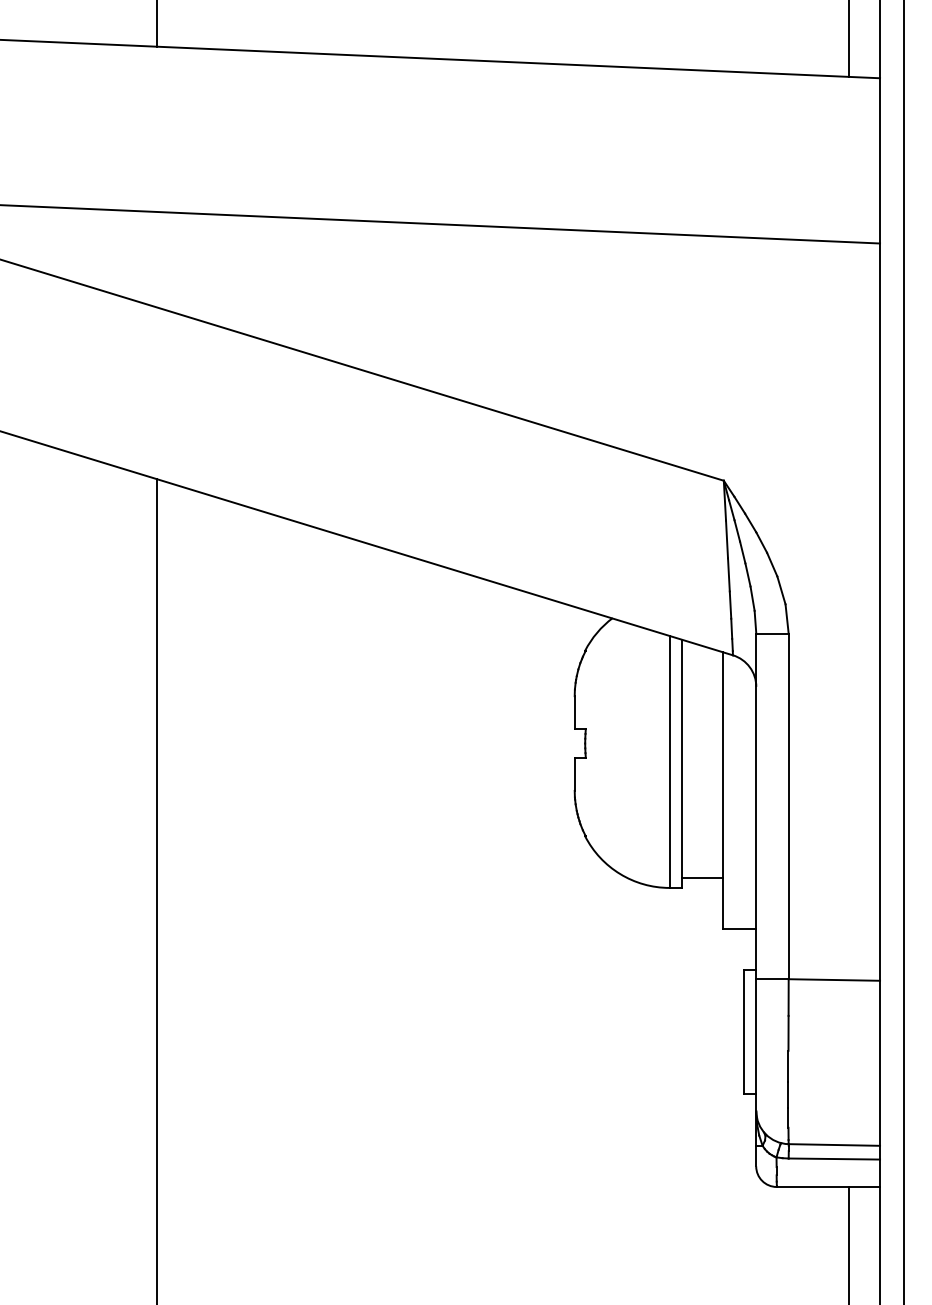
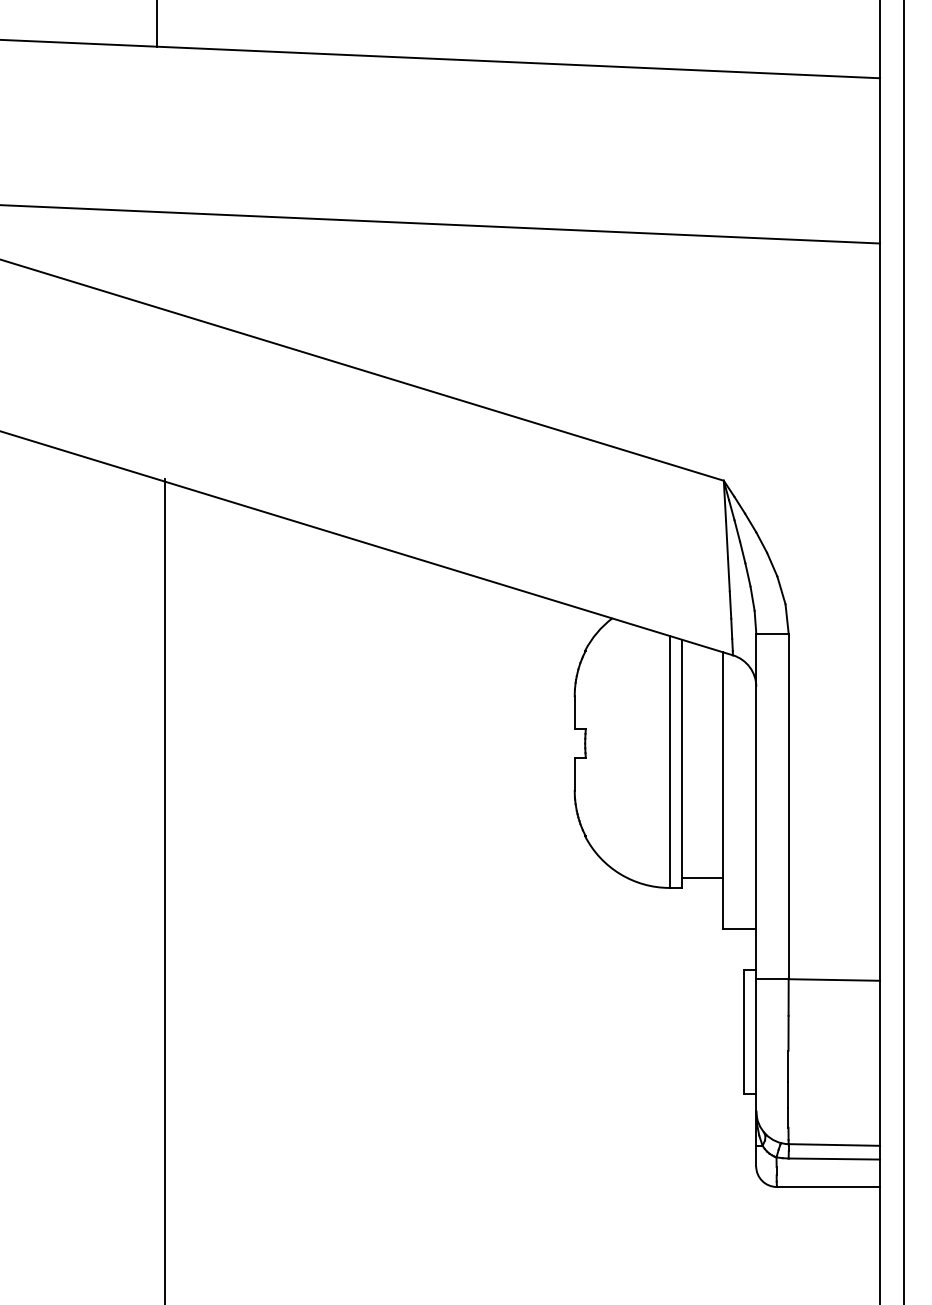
line at (849, 39): present -> none
line at (156, 890) position: (156, 890) -> (164, 890)
line at (849, 1244): present -> none
